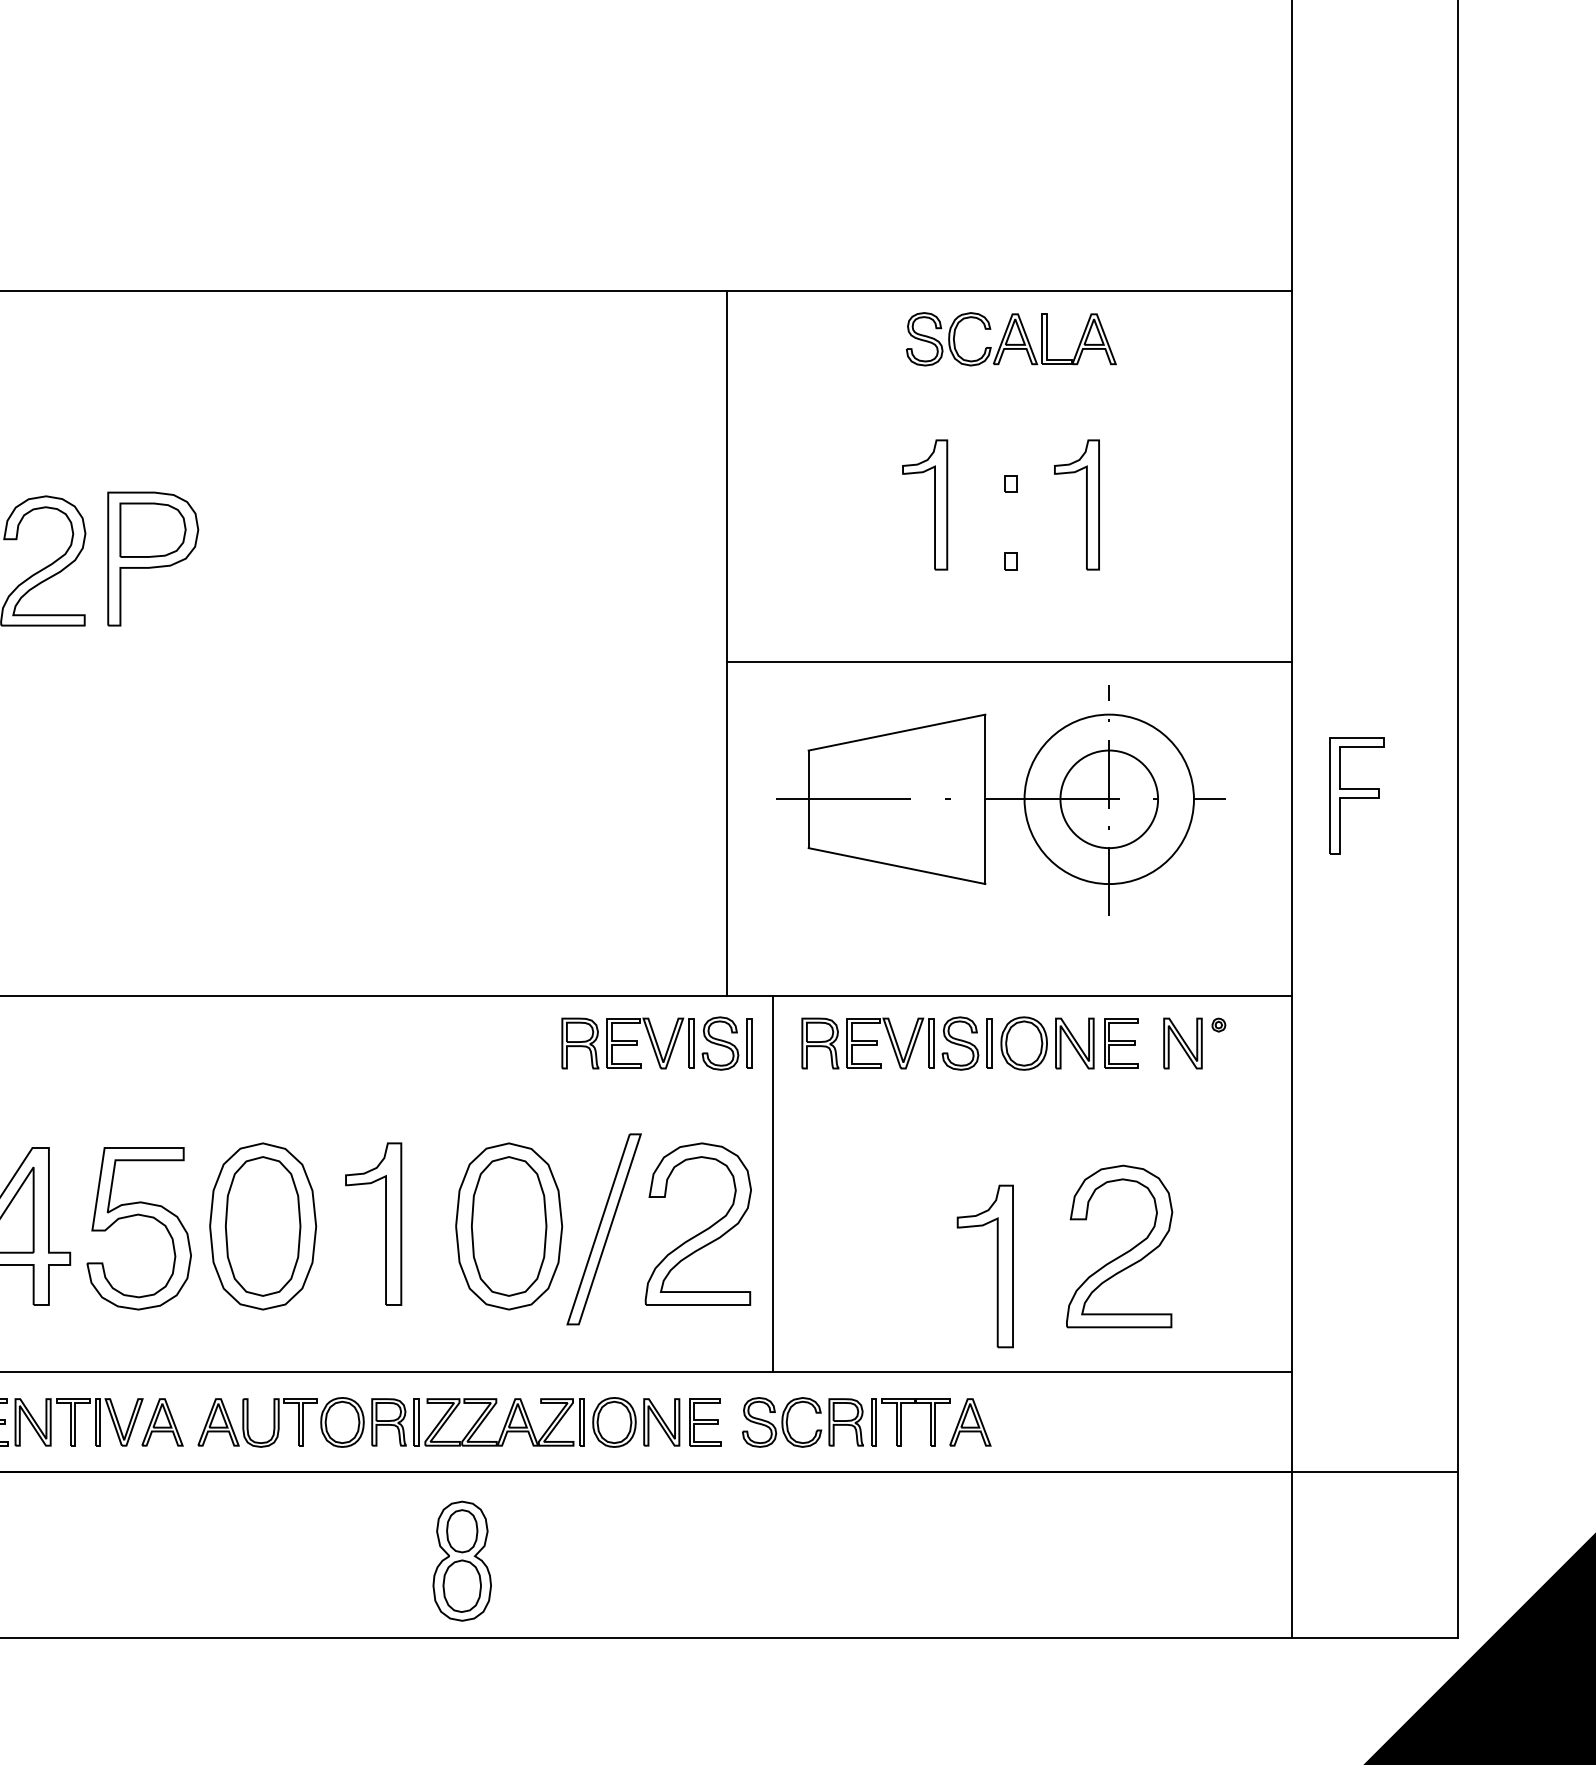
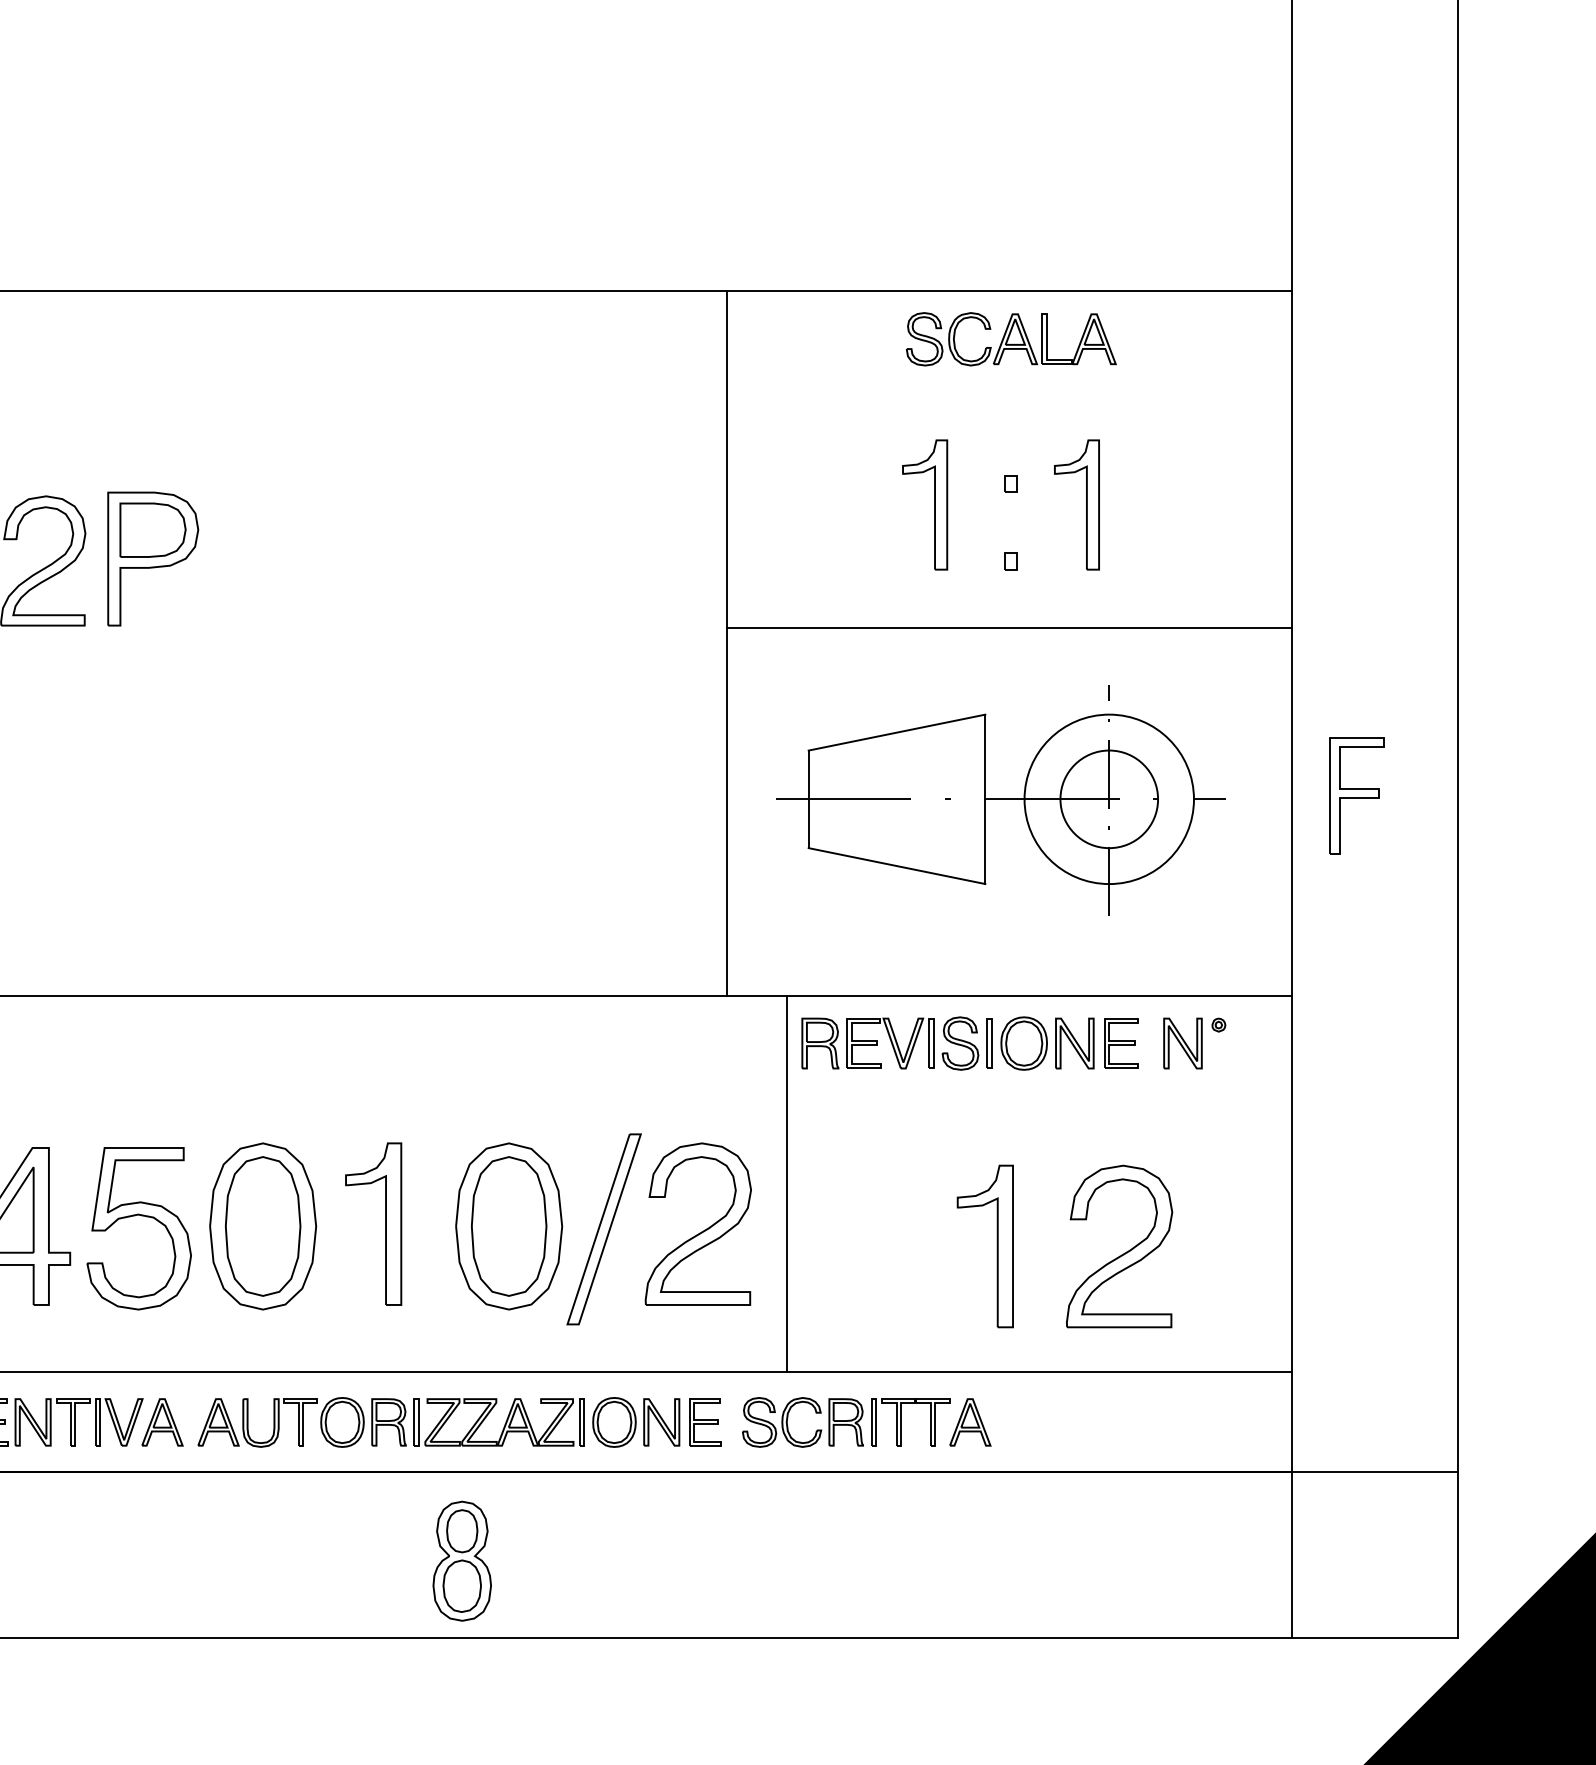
line at (1009, 661) position: (1009, 661) -> (1009, 627)
part at (656, 1043): present -> none
line at (772, 1183) position: (772, 1183) -> (786, 1183)
part at (996, 1266) position: (996, 1266) -> (996, 1246)
